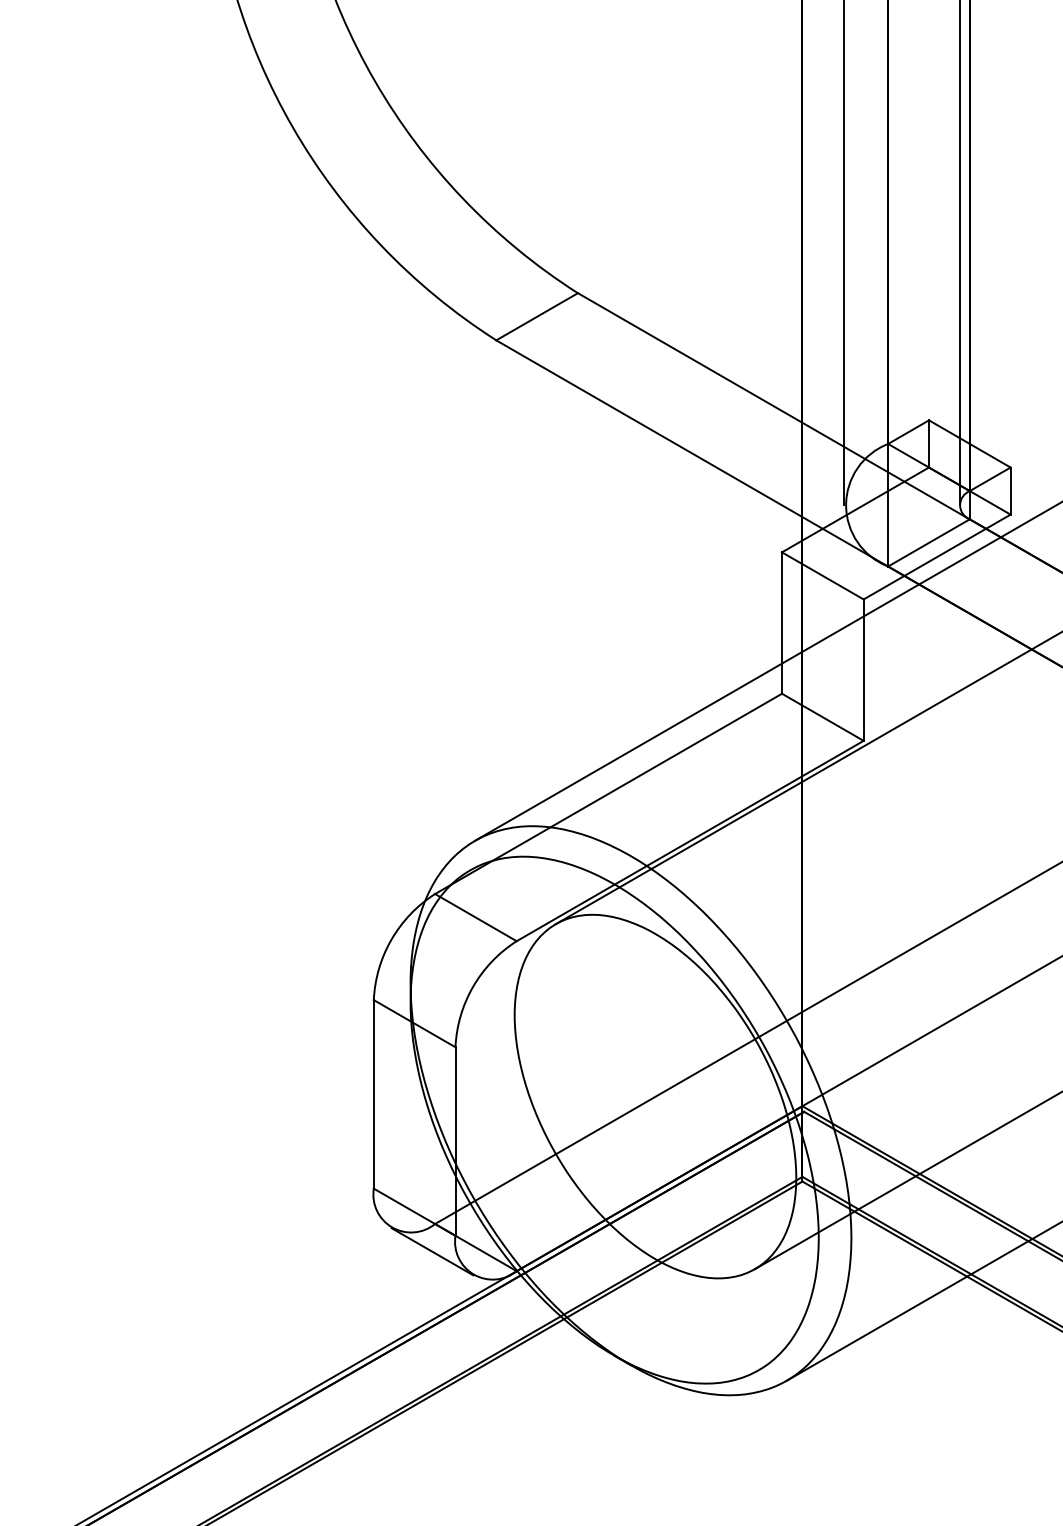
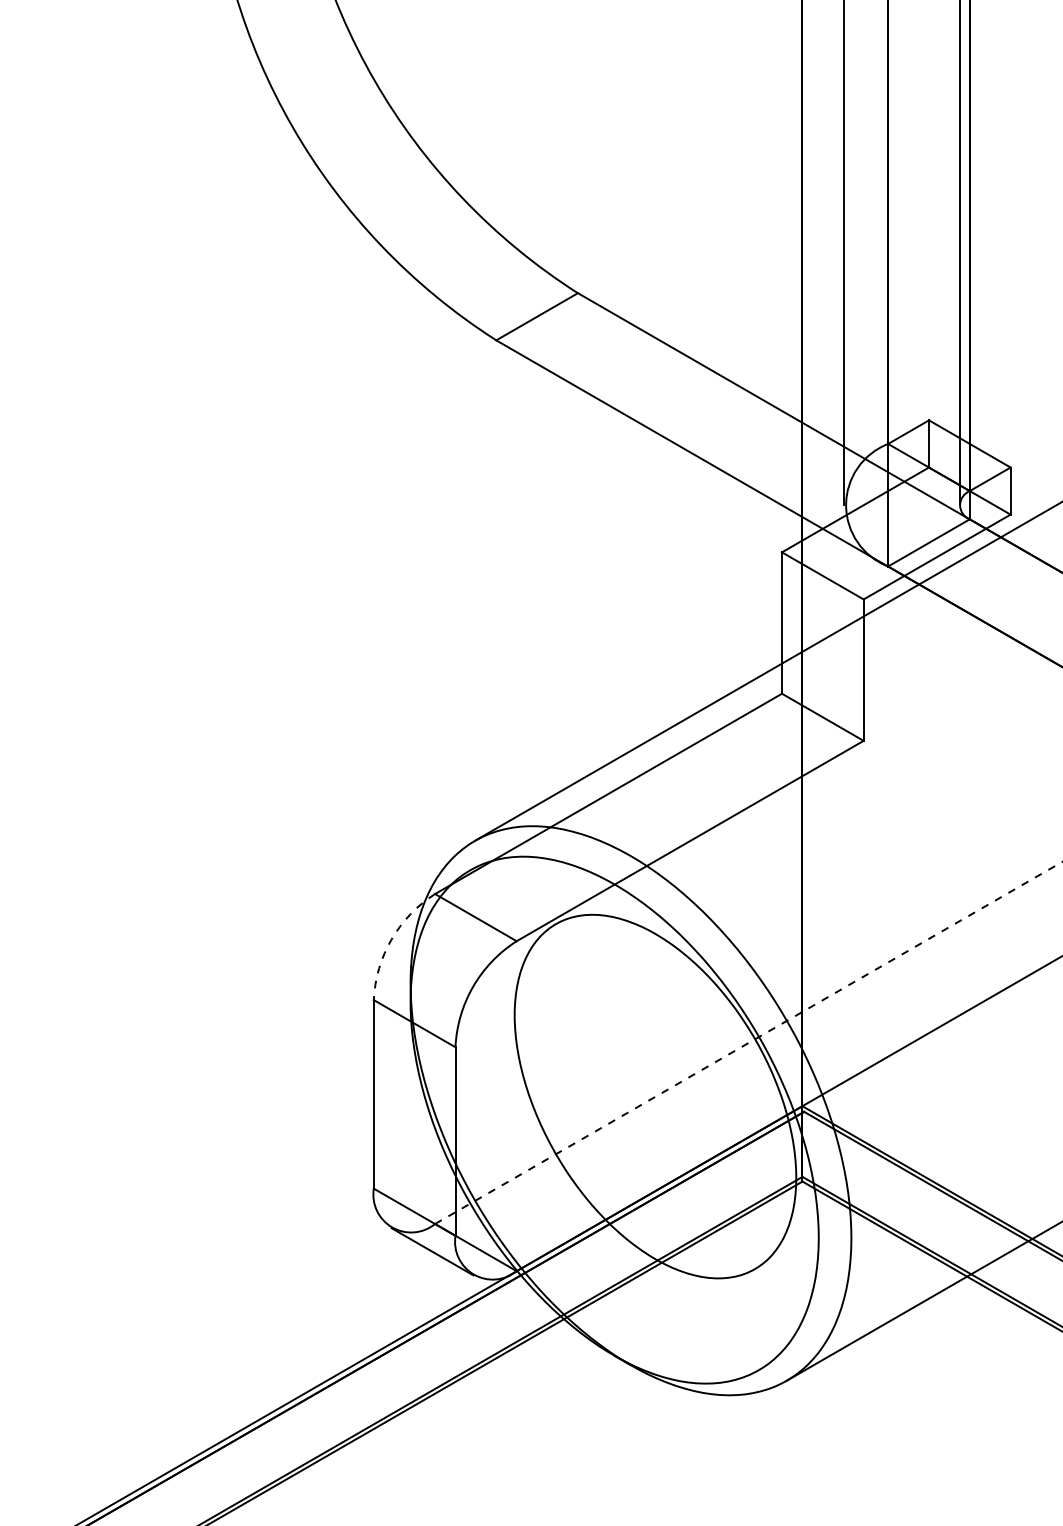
line at (807, 778): present -> none
arc at (391, 939): solid -> dashed
line at (749, 1042): solid -> dashed
line at (907, 1181): present -> none
